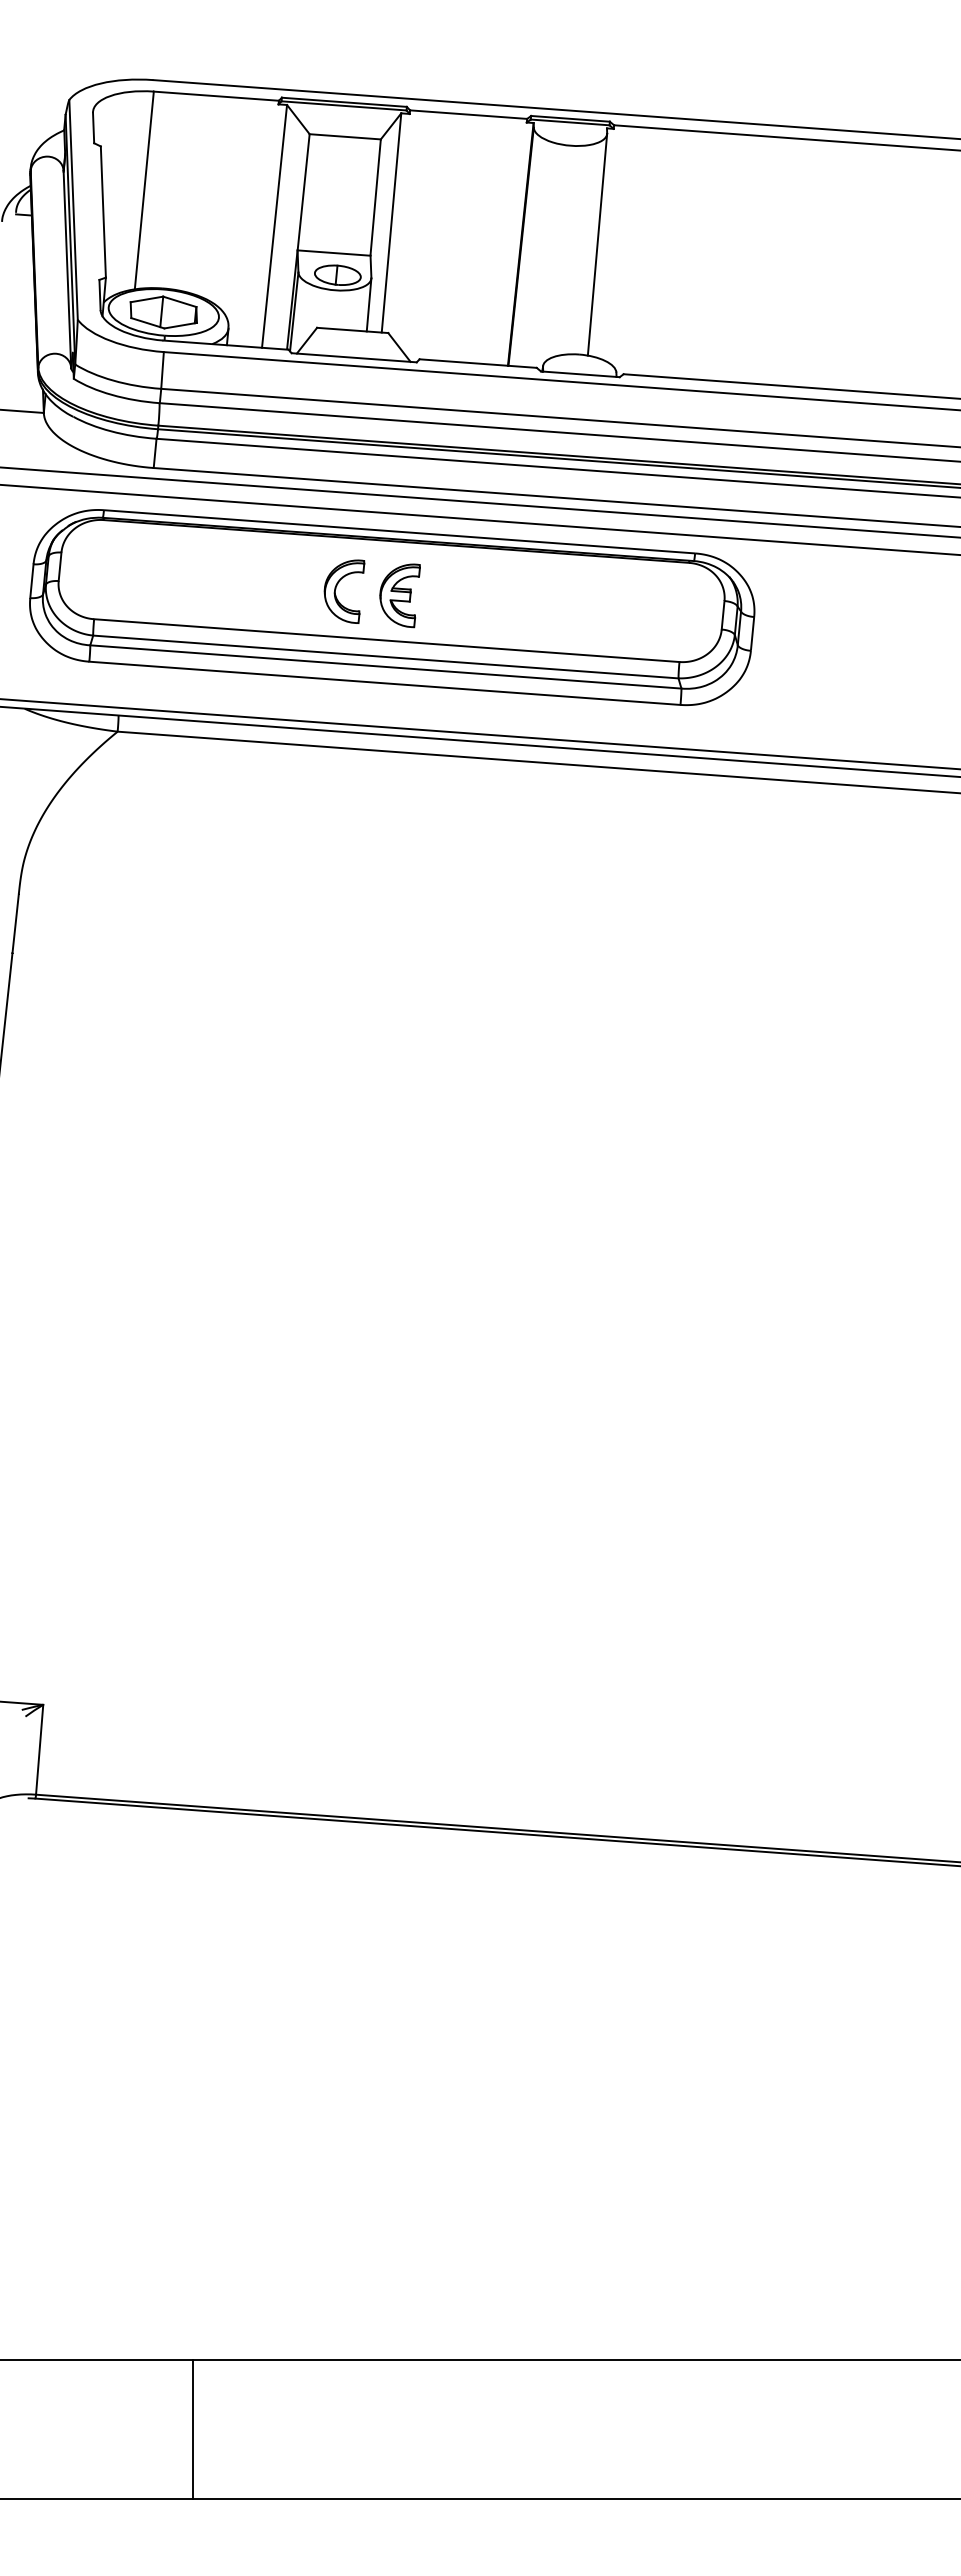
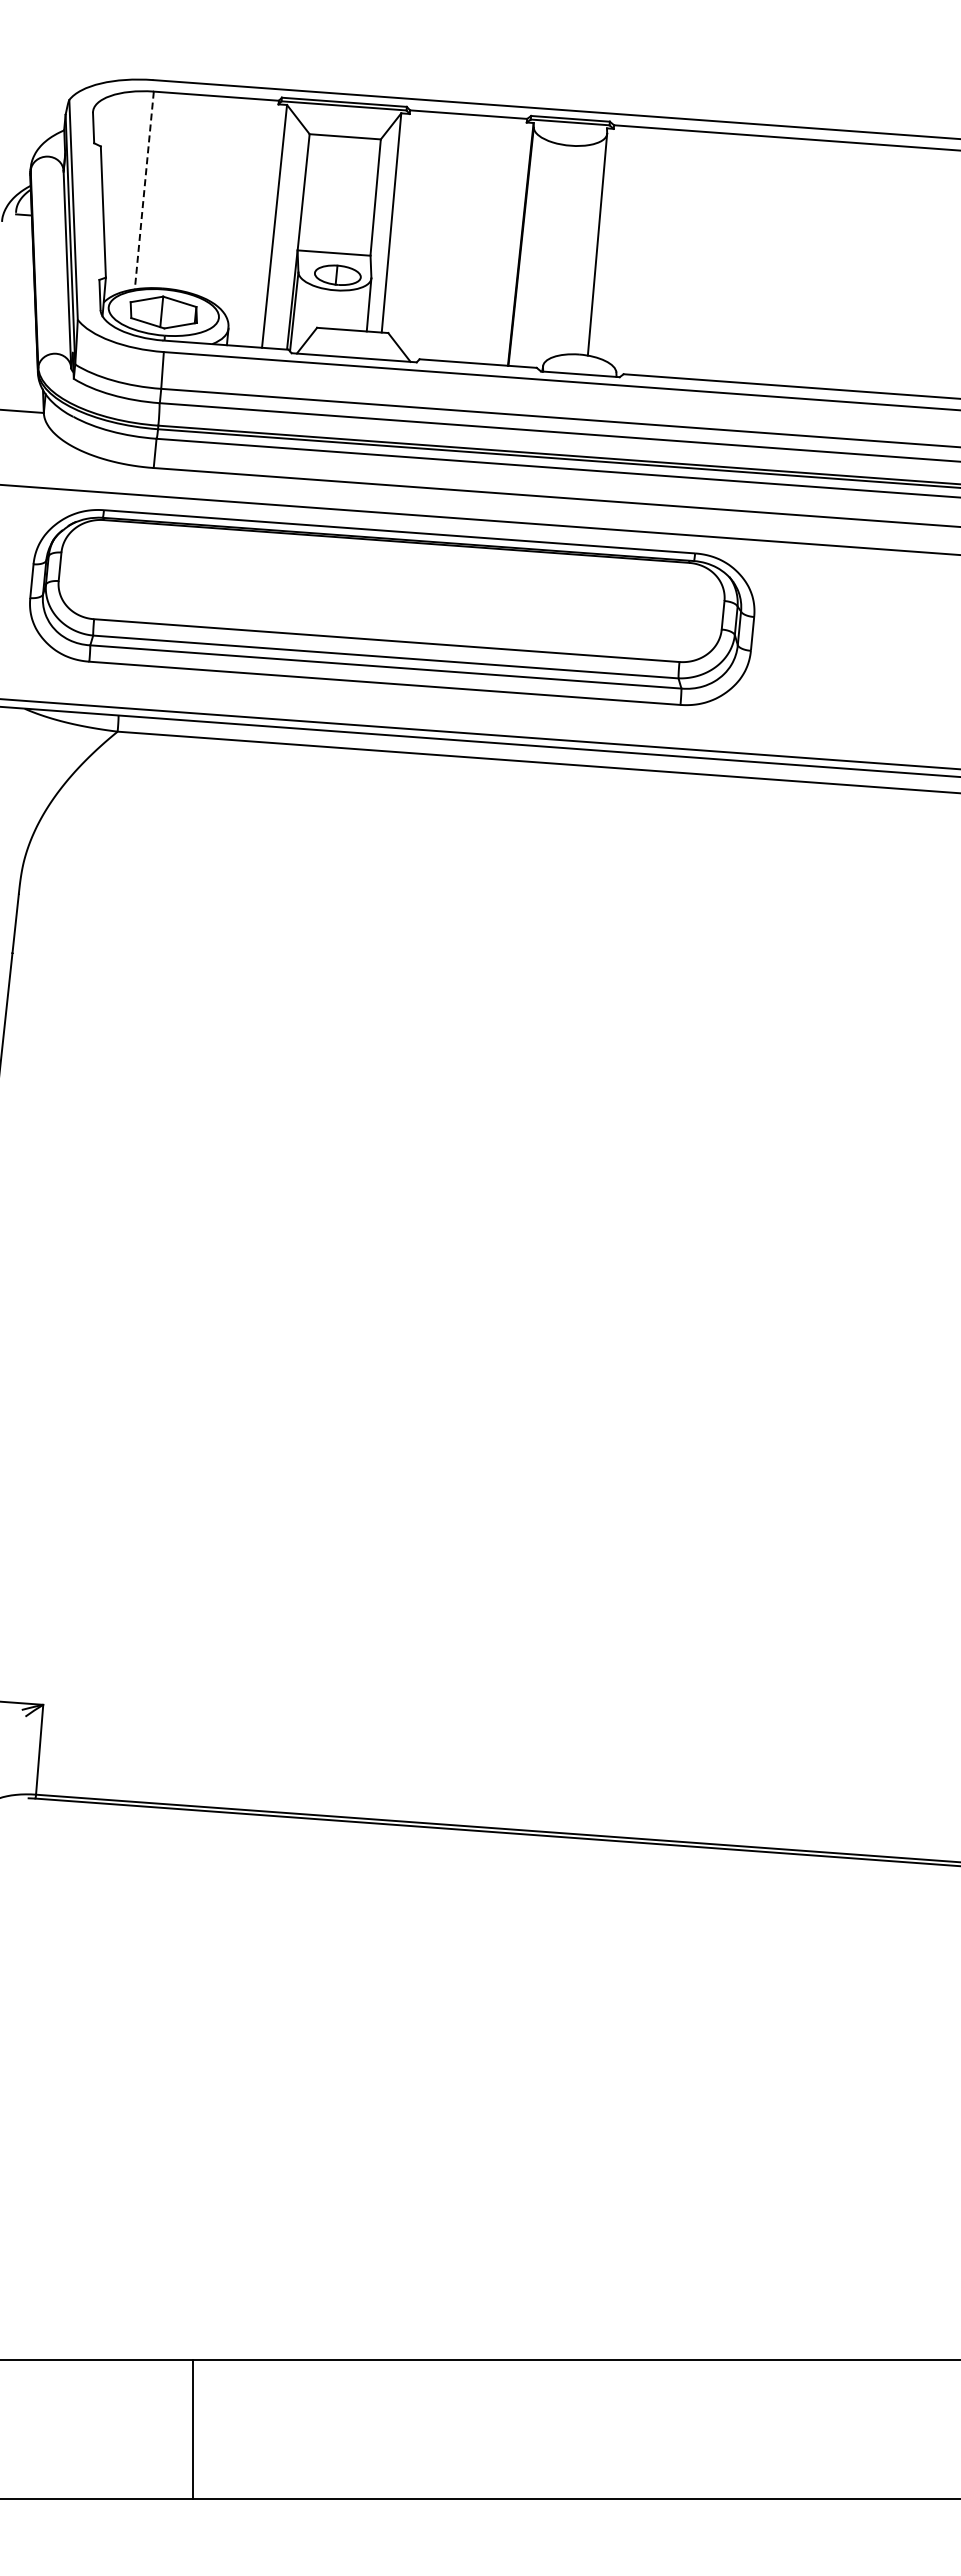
line at (144, 190): solid -> dashed
line at (479, 502): present -> none
part at (336, 589): present -> none
part at (399, 595): present -> none
